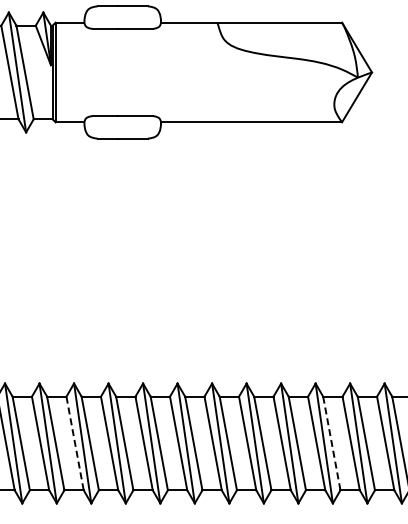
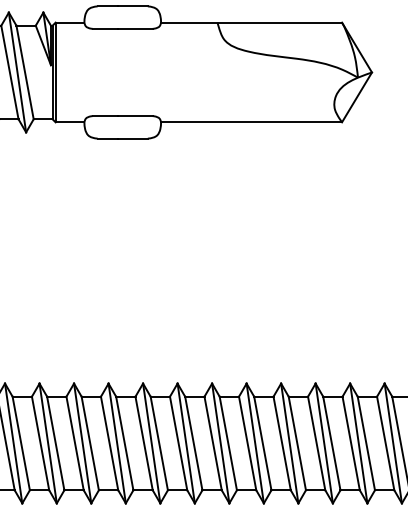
line at (75, 443): dashed -> solid
line at (331, 443): dashed -> solid
